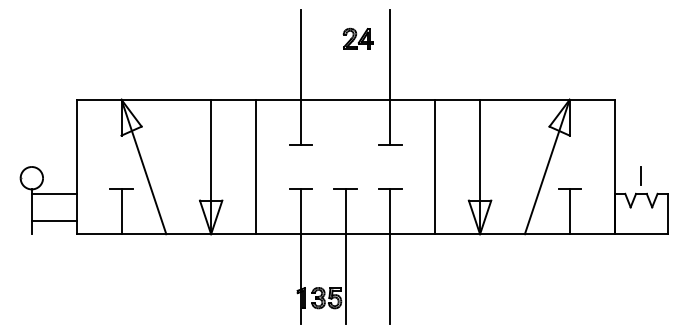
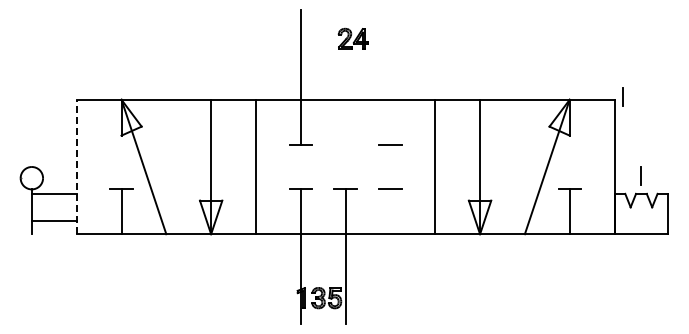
part at (357, 38) position: (357, 38) -> (352, 38)
line at (390, 77): present -> none
line at (622, 96): none -> present
line at (76, 166): solid -> dashed
line at (390, 256): present -> none
